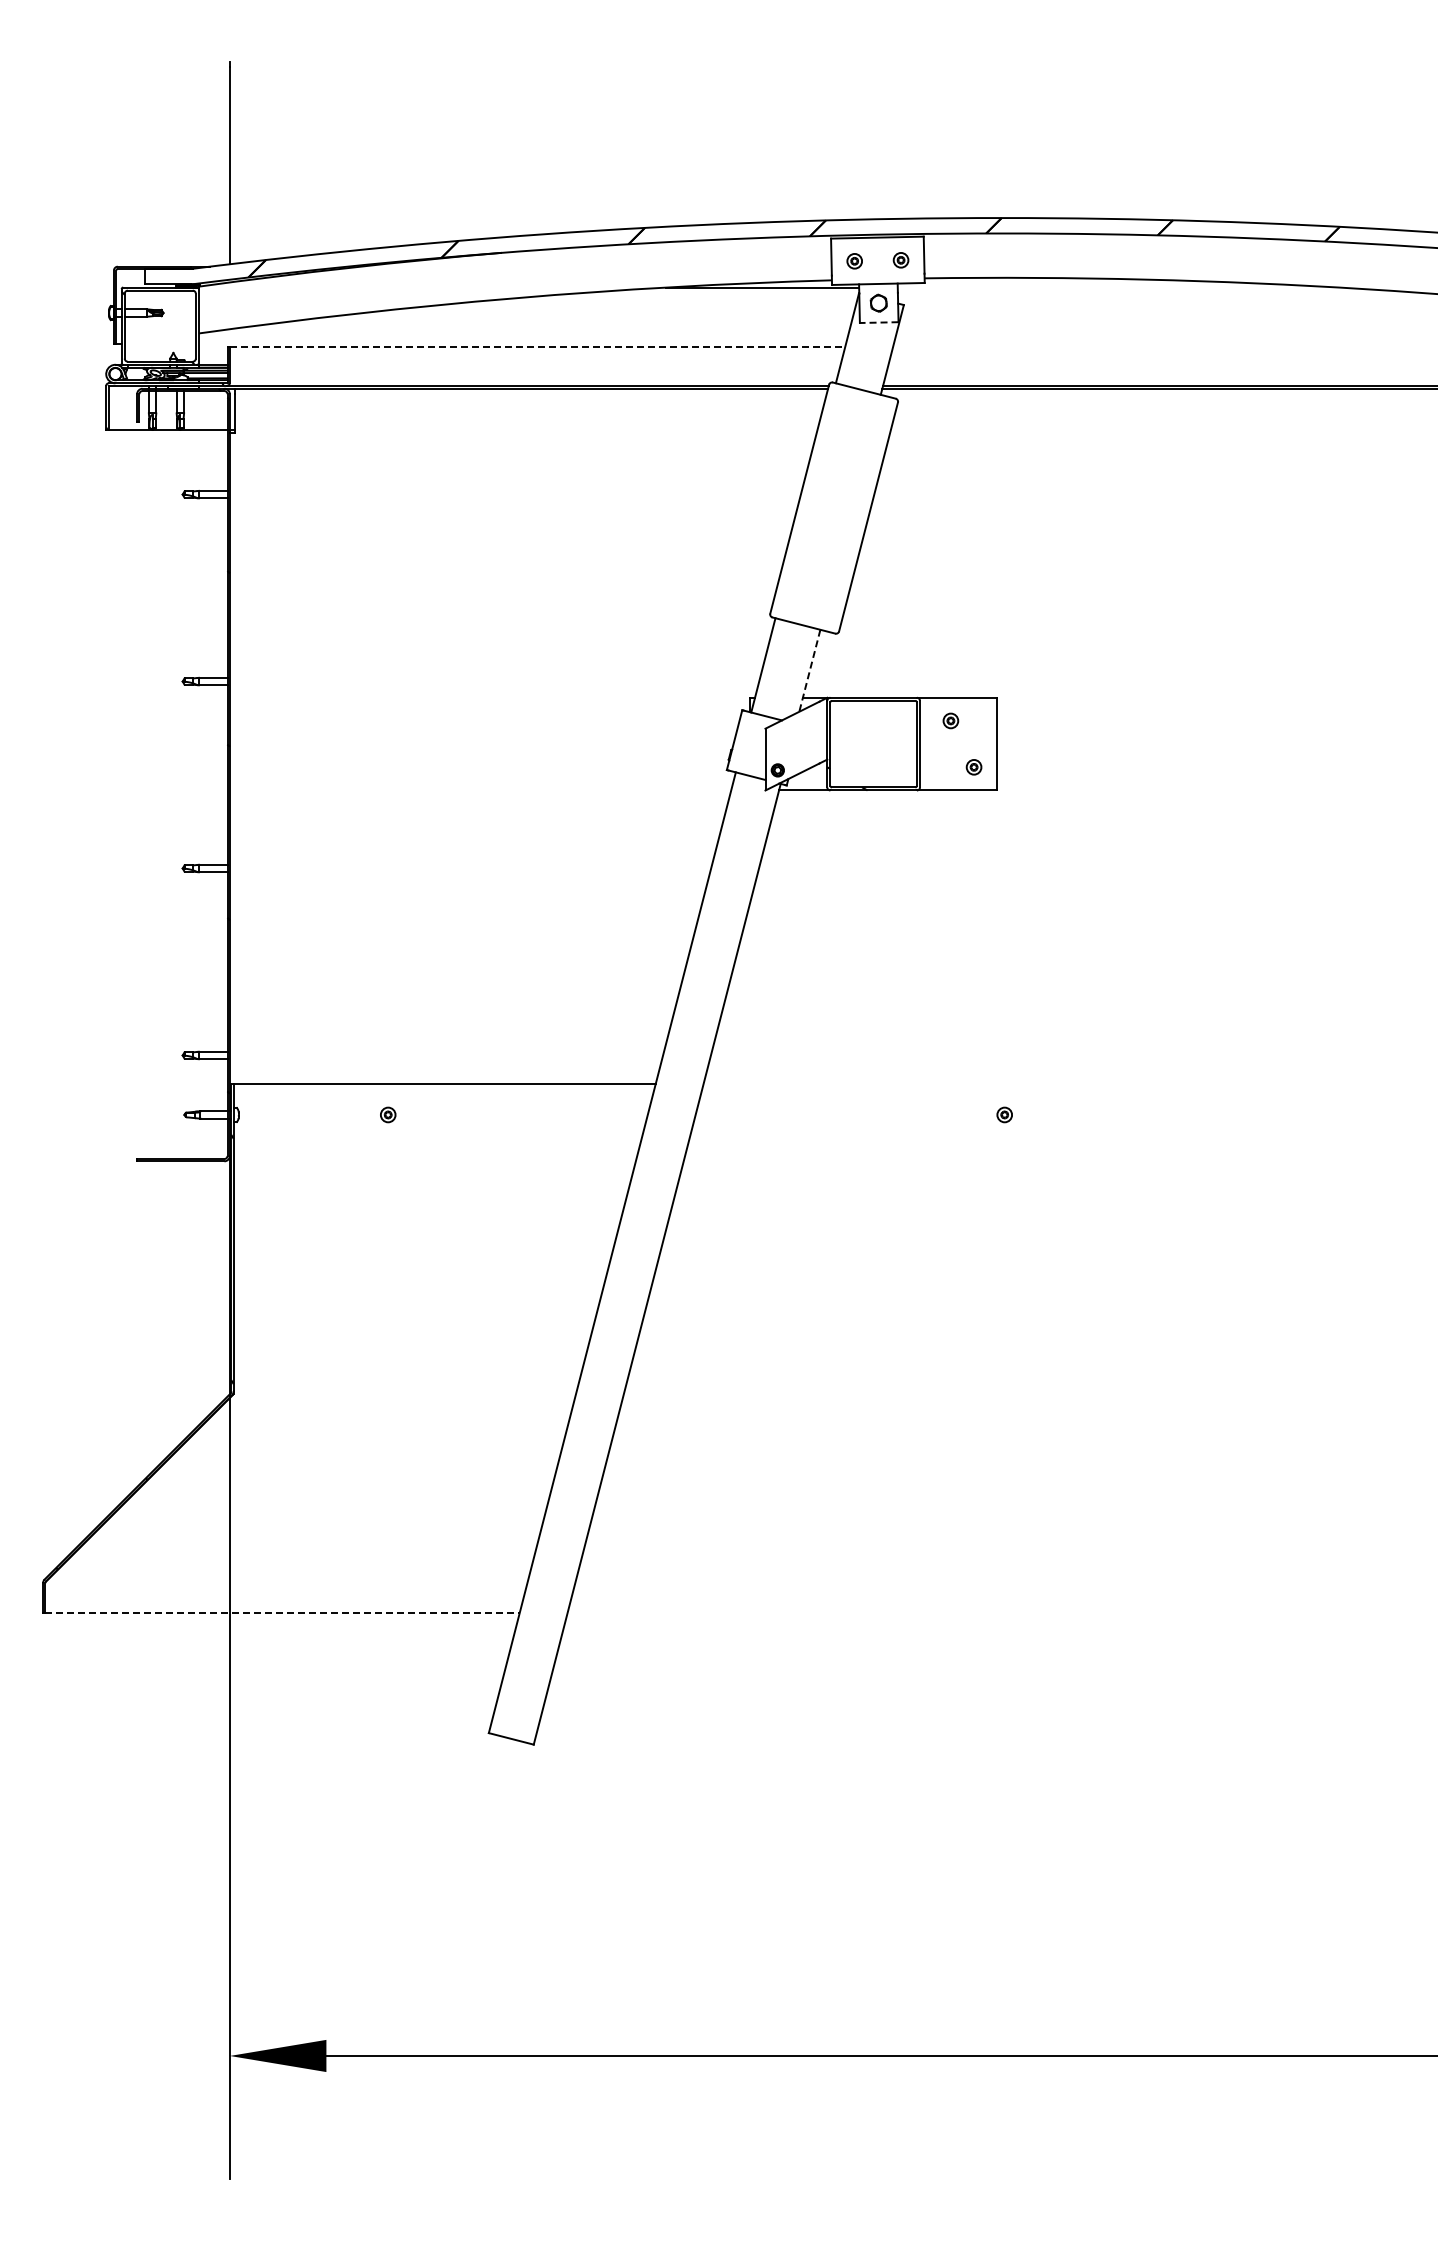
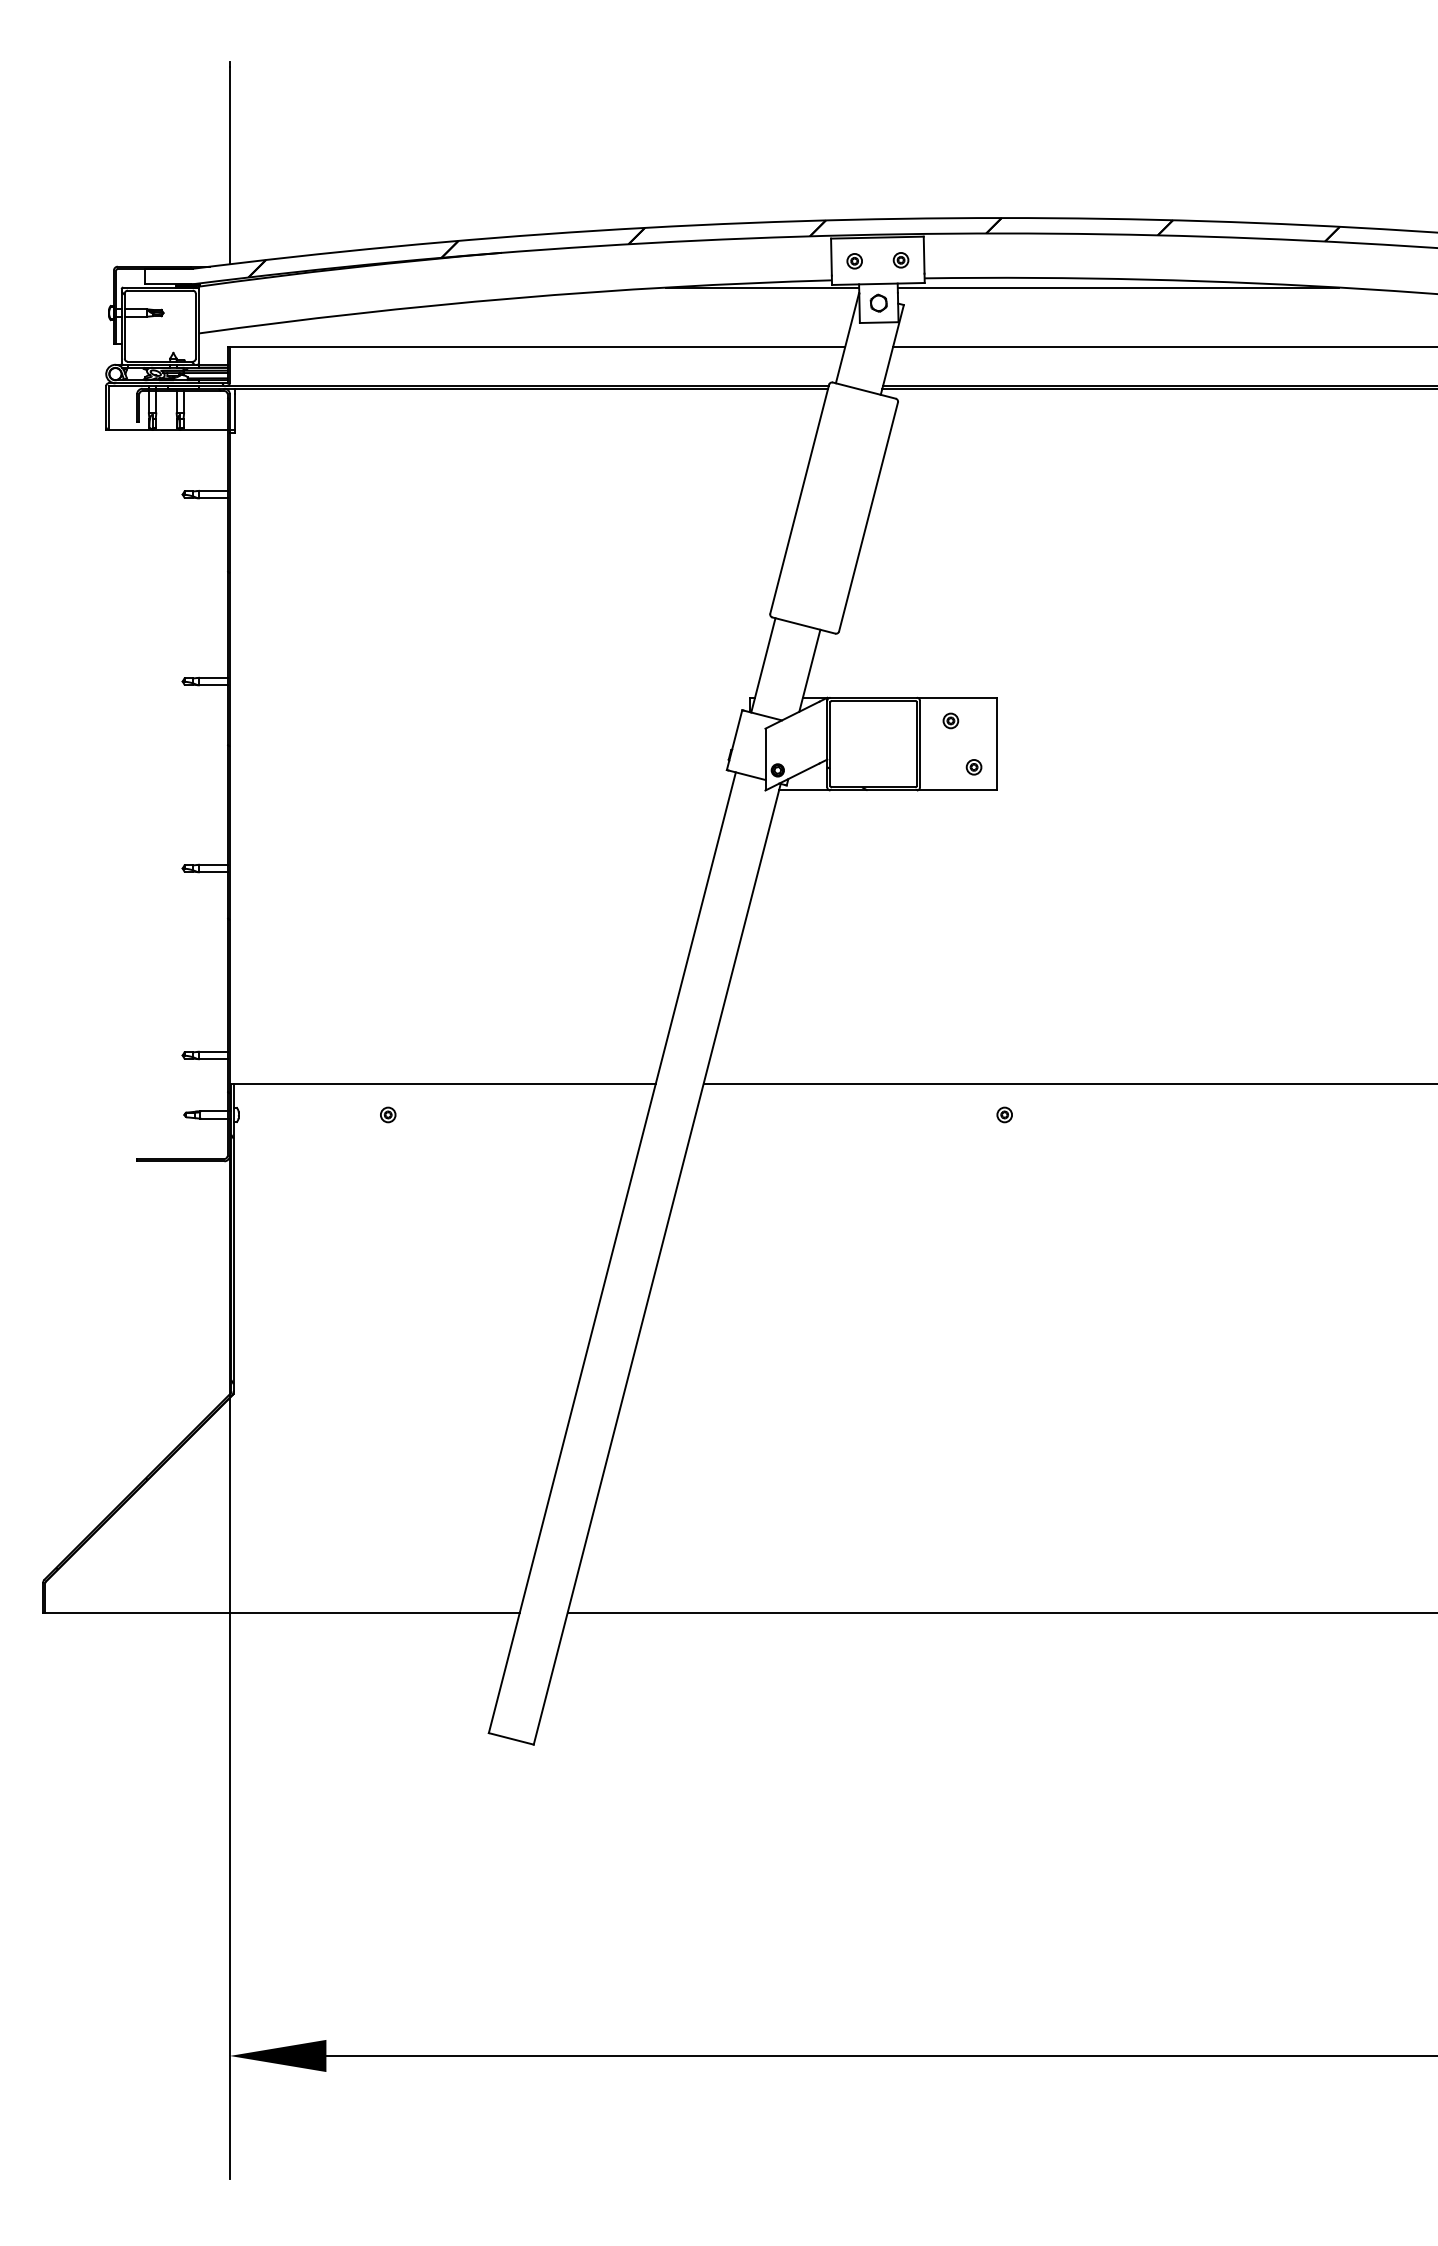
line at (1117, 287): none -> present
line at (878, 322): dashed -> solid
line at (537, 347): dashed -> solid
line at (1163, 347): none -> present
line at (809, 671): dashed -> solid
line at (1068, 1084): none -> present
line at (283, 1612): dashed -> solid
line at (1000, 1612): none -> present
